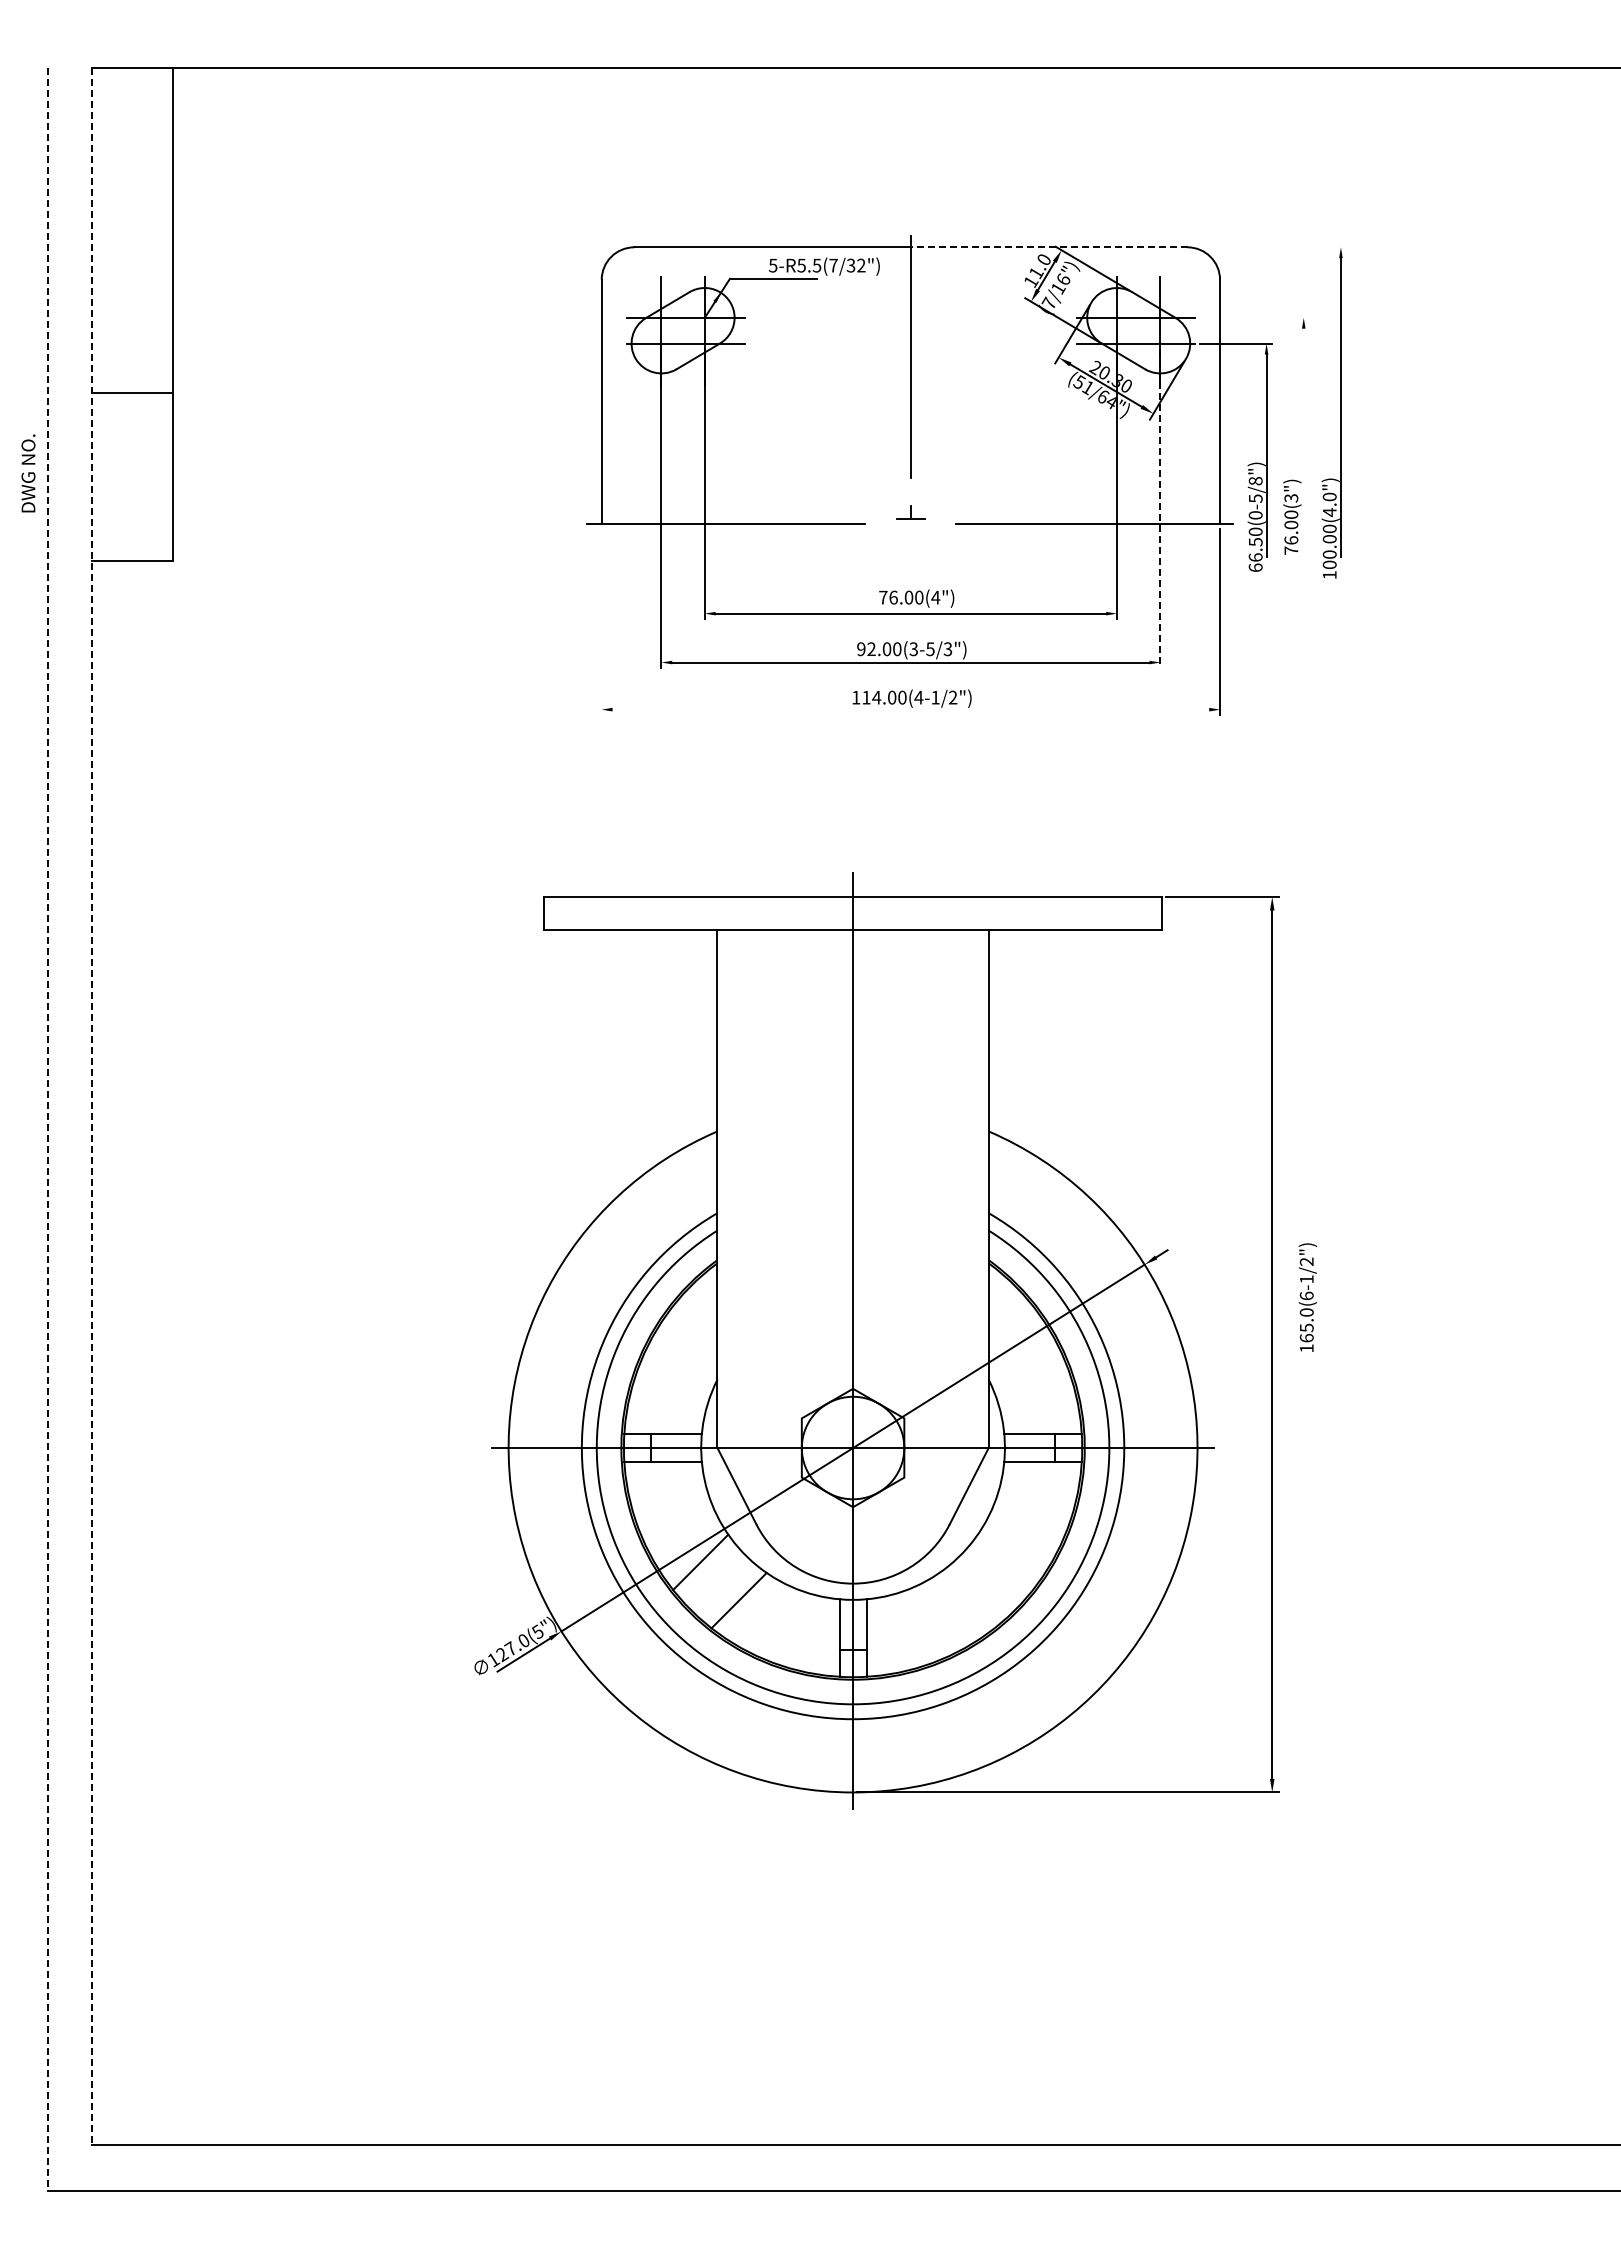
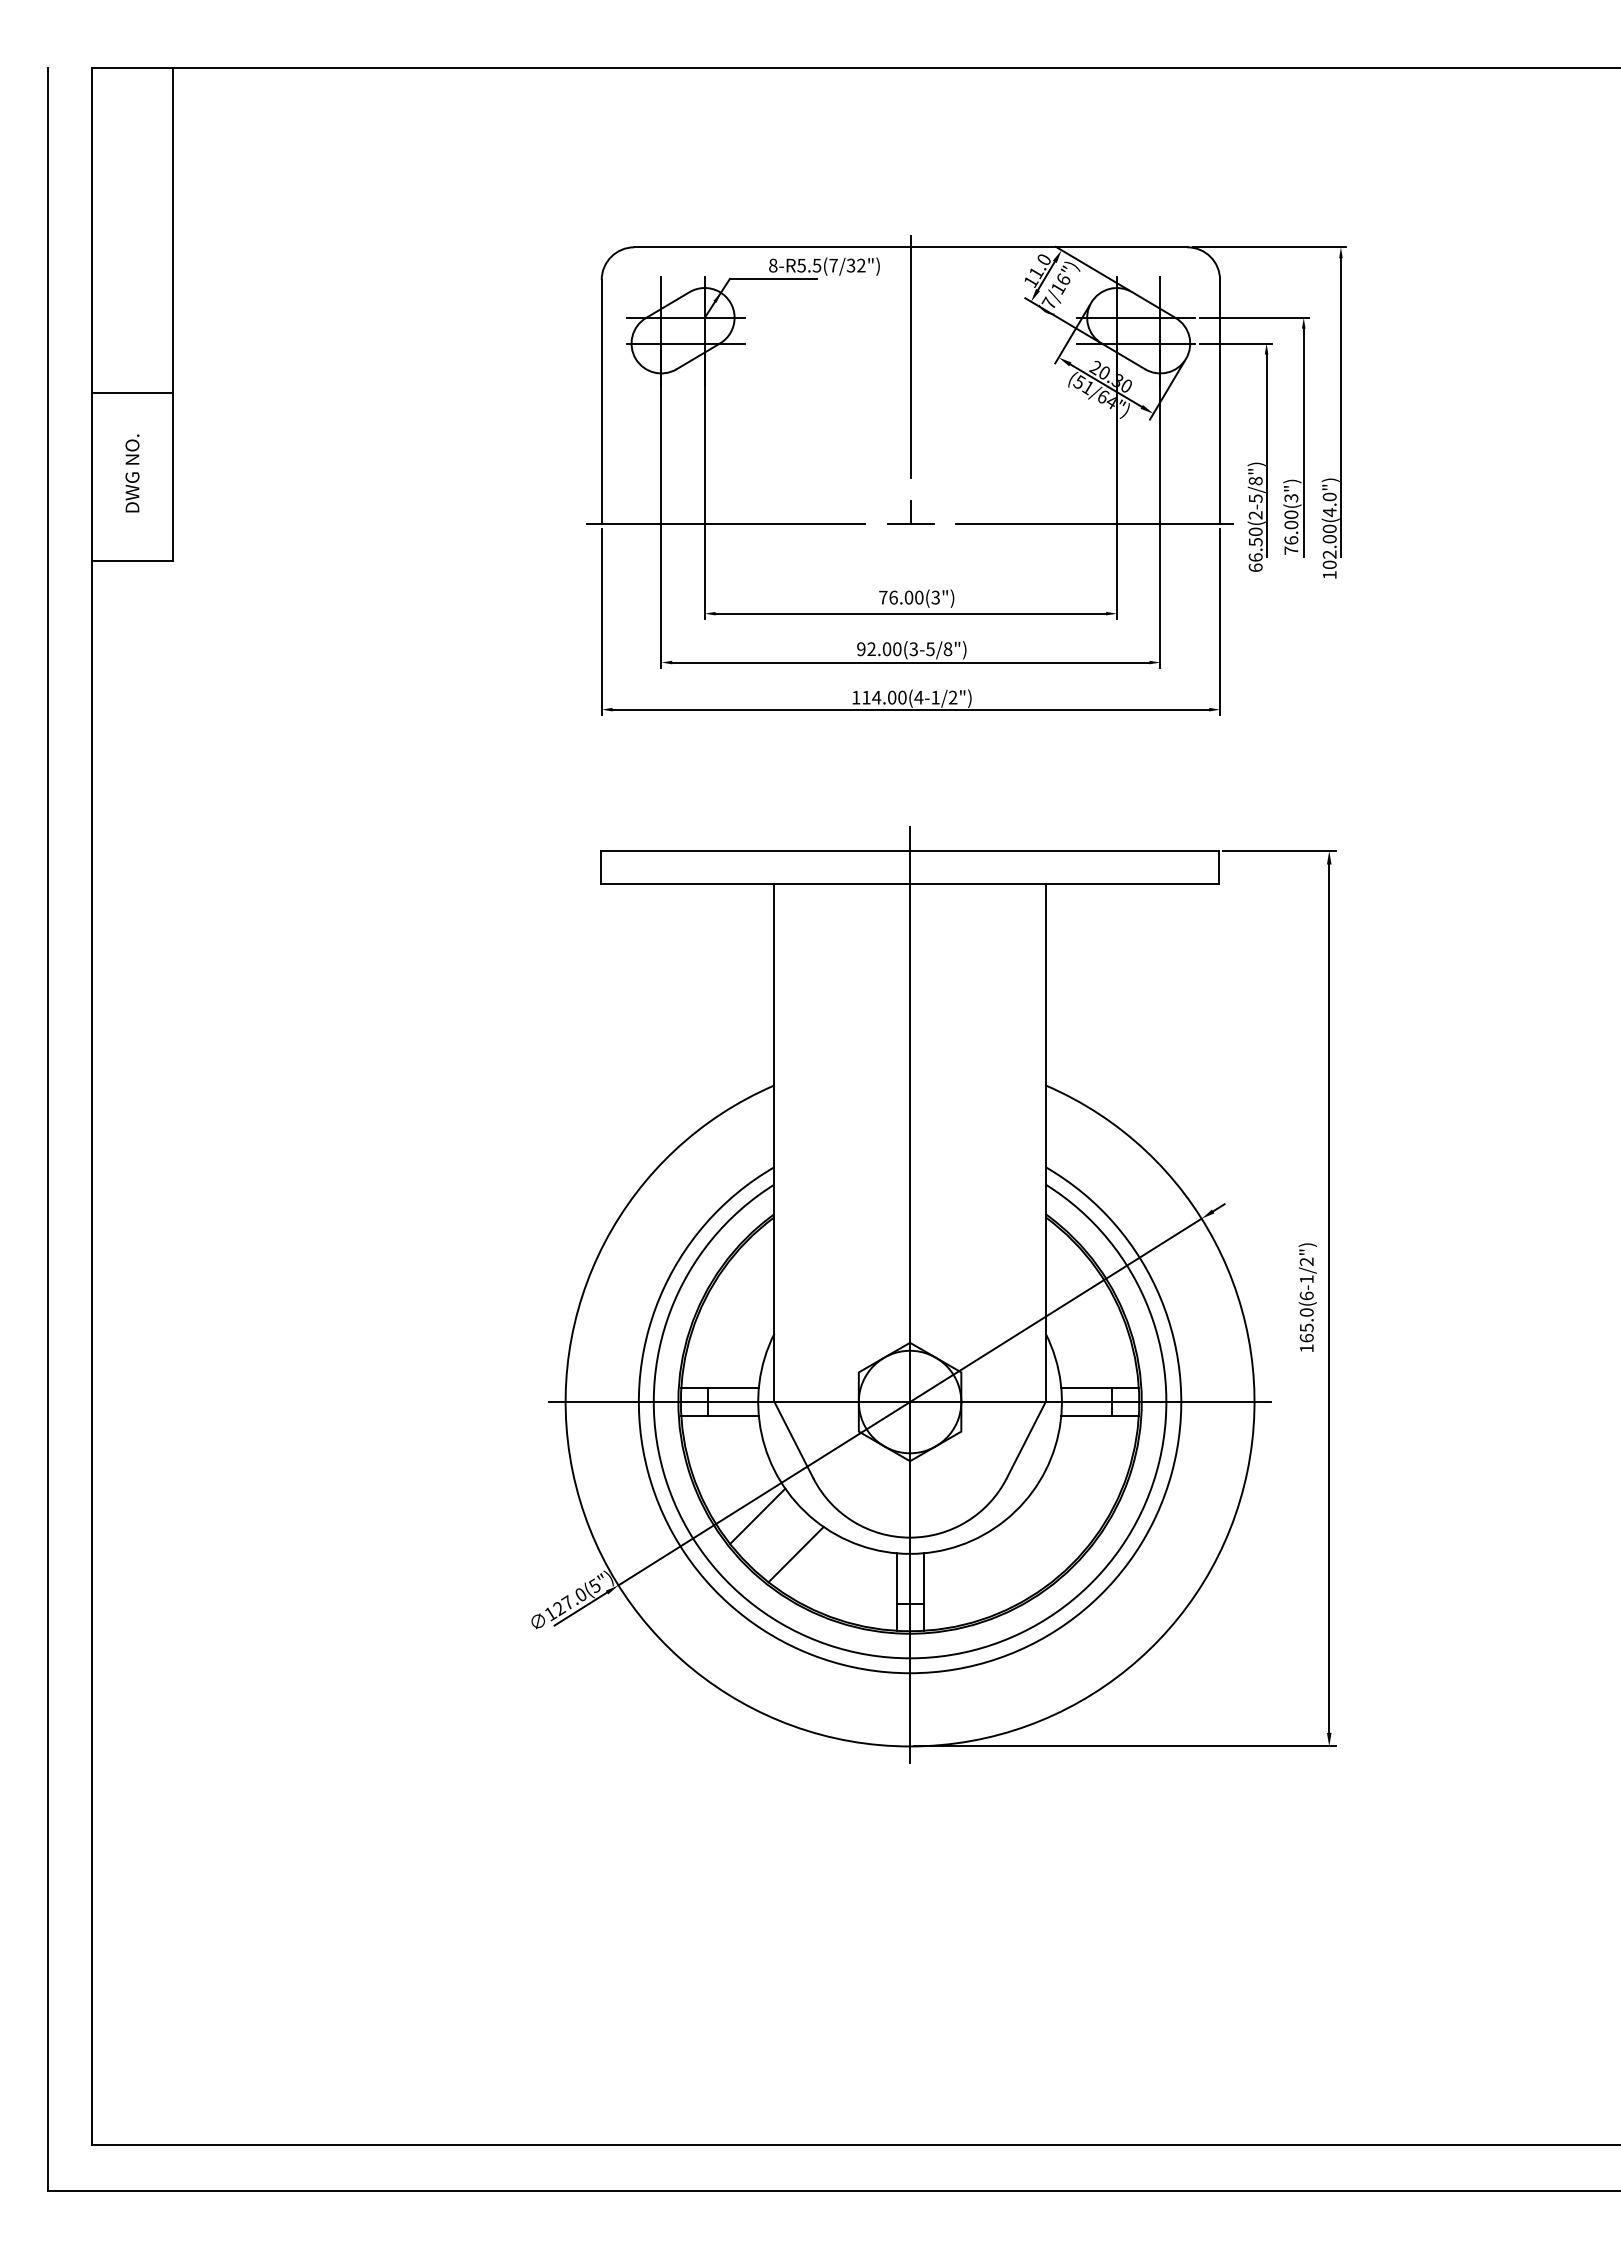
line at (1048, 247): dashed -> solid
line at (1269, 247): none -> present
text at (773, 265): 5-R5.5(7/32") -> 8-R5.5(7/32")
line at (1254, 317): none -> present
line at (1303, 442): none -> present
text at (28, 473) position: (28, 473) -> (132, 473)
line at (1160, 509): dashed -> solid
part at (910, 512) size: 30x15 px -> 48x25 px
text at (1255, 515): 66.50(0-5/8") -> 66.50(2-5/8")
text at (1329, 554): 100.00(4.0") -> 102.00(4.0")
text at (935, 597): 76.00(4") -> 76.00(3")
line at (601, 622): none -> present
text at (947, 649): 92.00(3-5/3") -> 92.00(3-5/8")
line at (910, 709): none -> present
line at (91, 1106): dashed -> solid
line at (48, 1129): dashed -> solid
part at (876, 1340) position: (876, 1340) -> (933, 1294)
